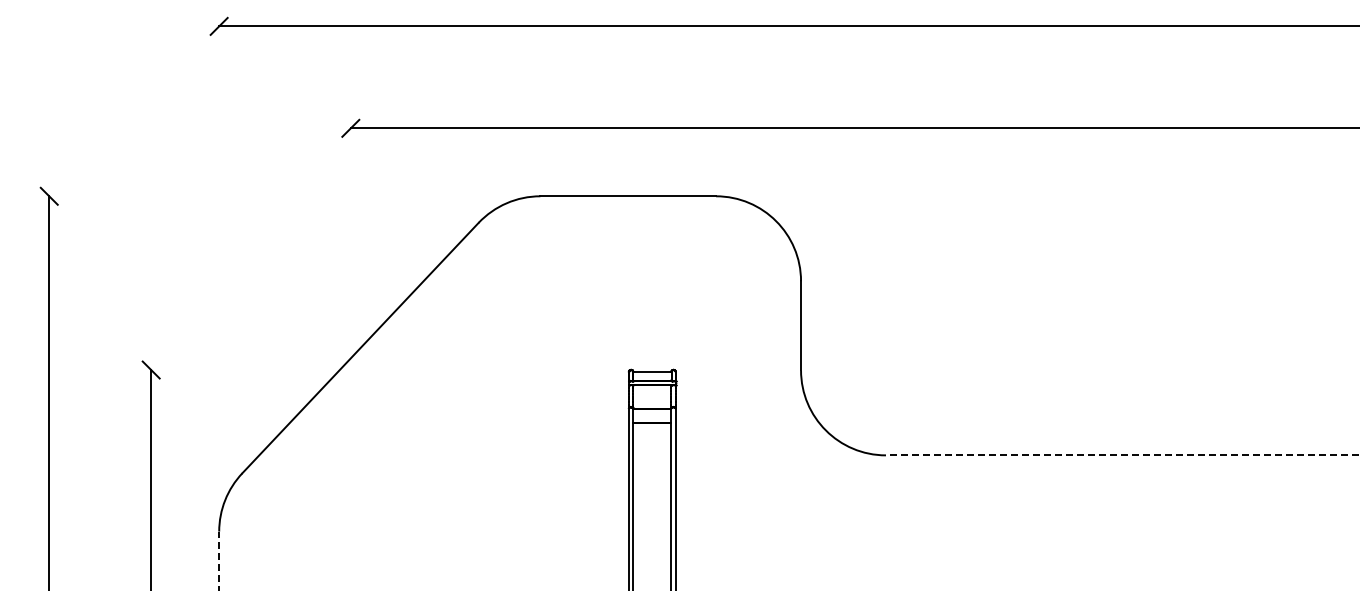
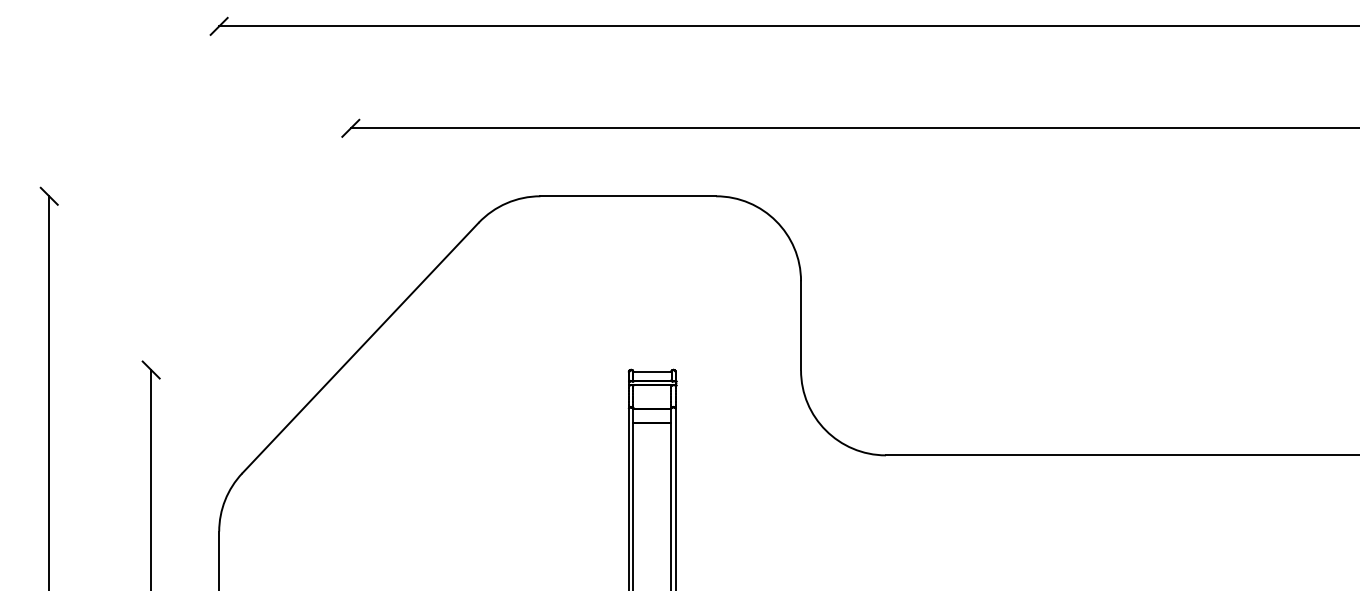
line at (1122, 455): dashed -> solid
line at (219, 560): dashed -> solid
